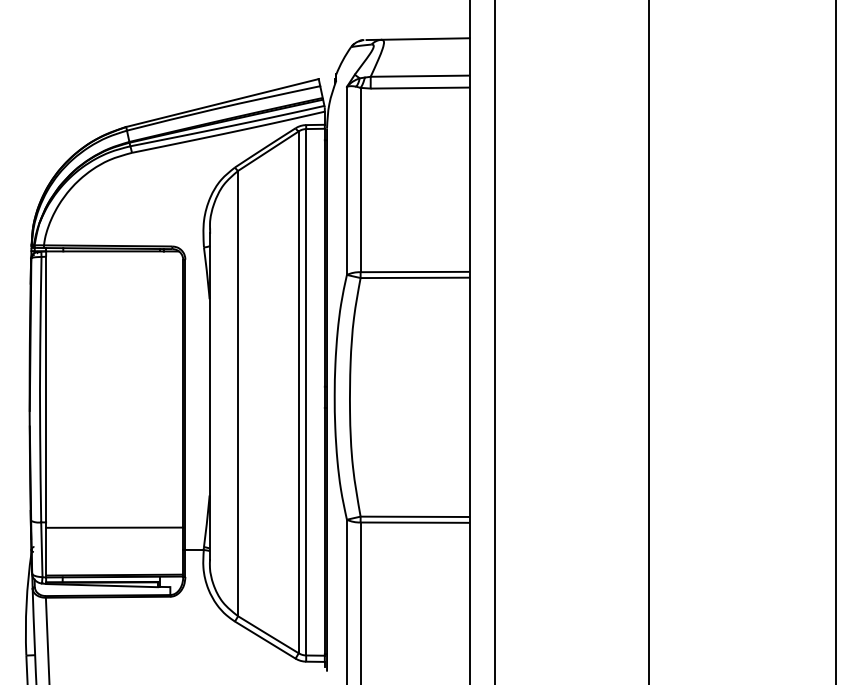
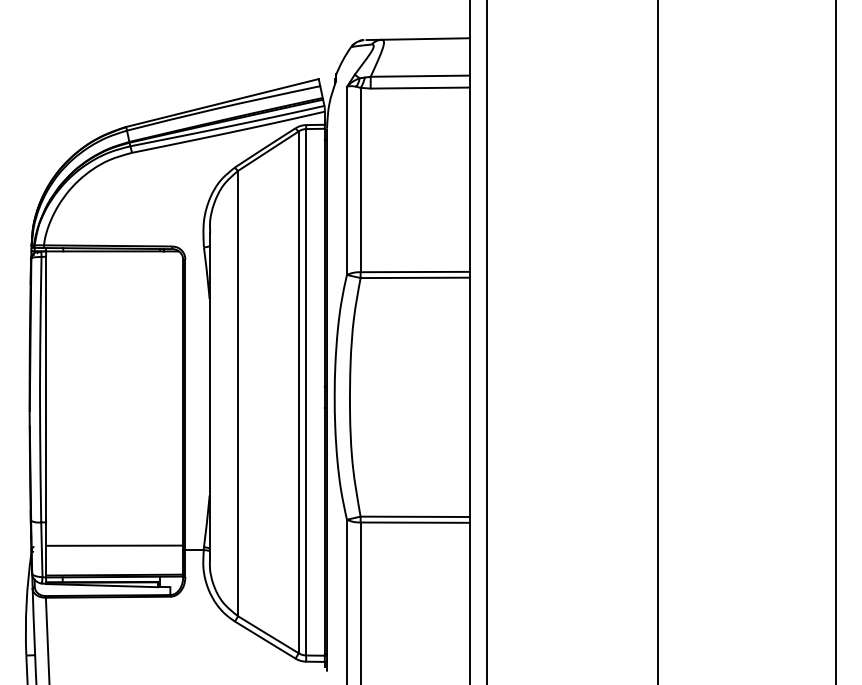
line at (495, 341) position: (495, 341) -> (487, 341)
line at (648, 341) position: (648, 341) -> (657, 341)
line at (114, 527) position: (114, 527) -> (114, 545)
